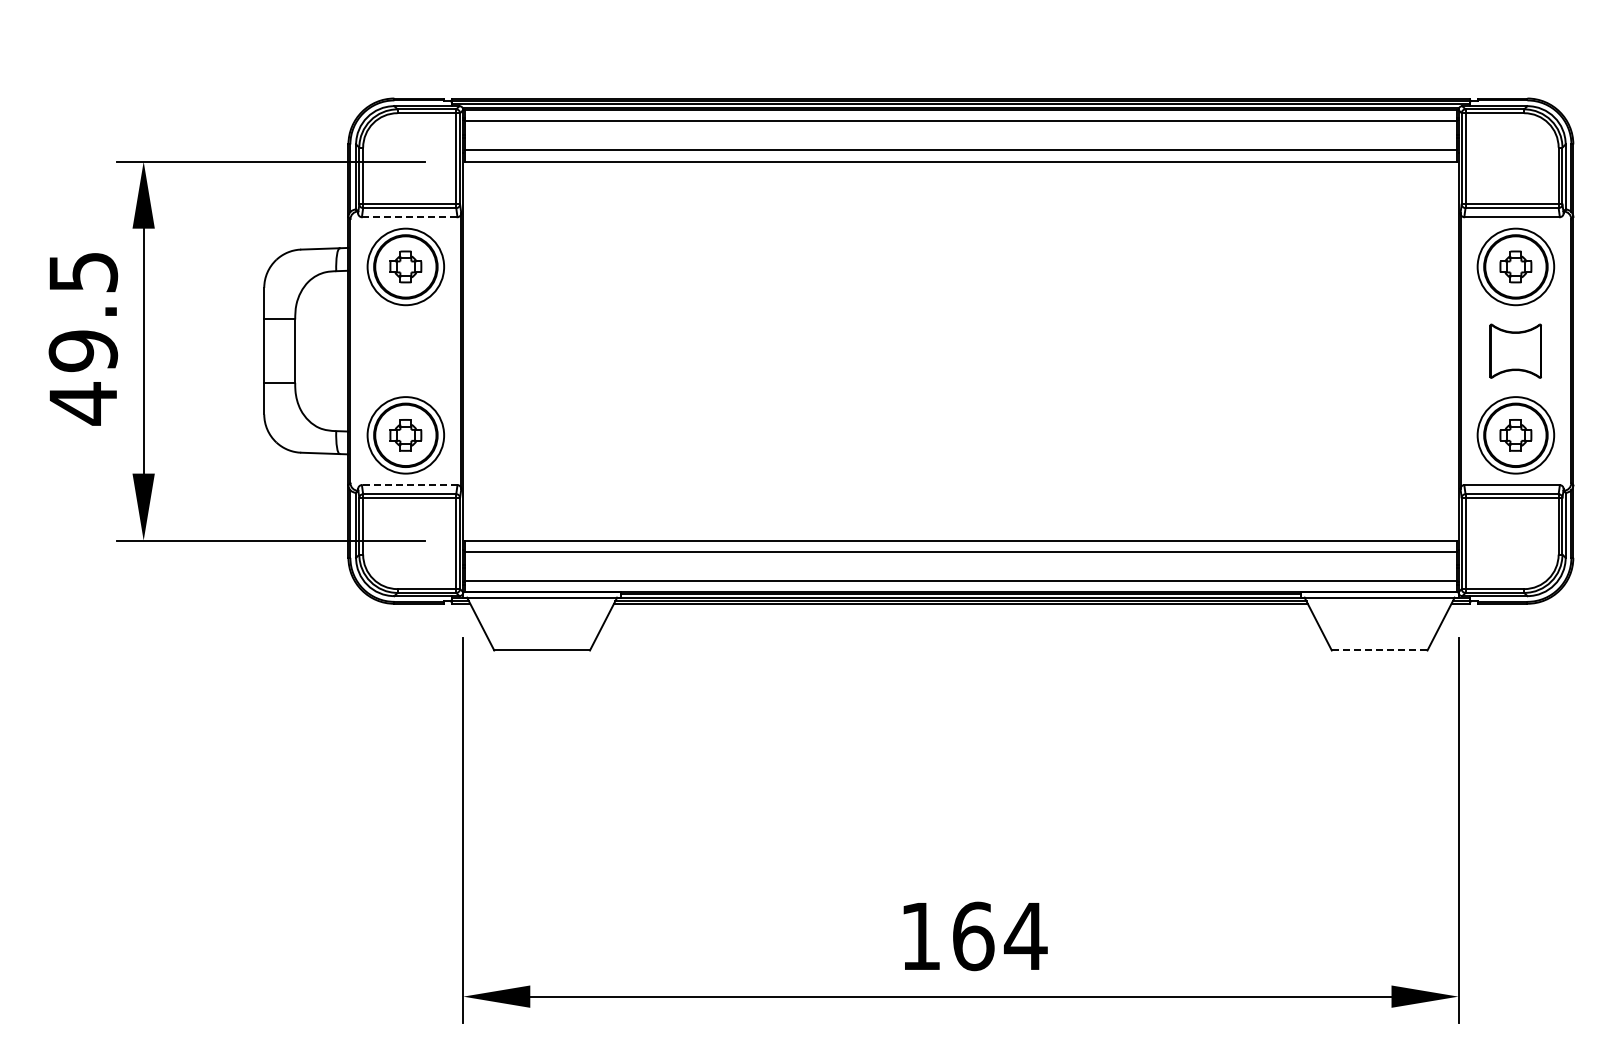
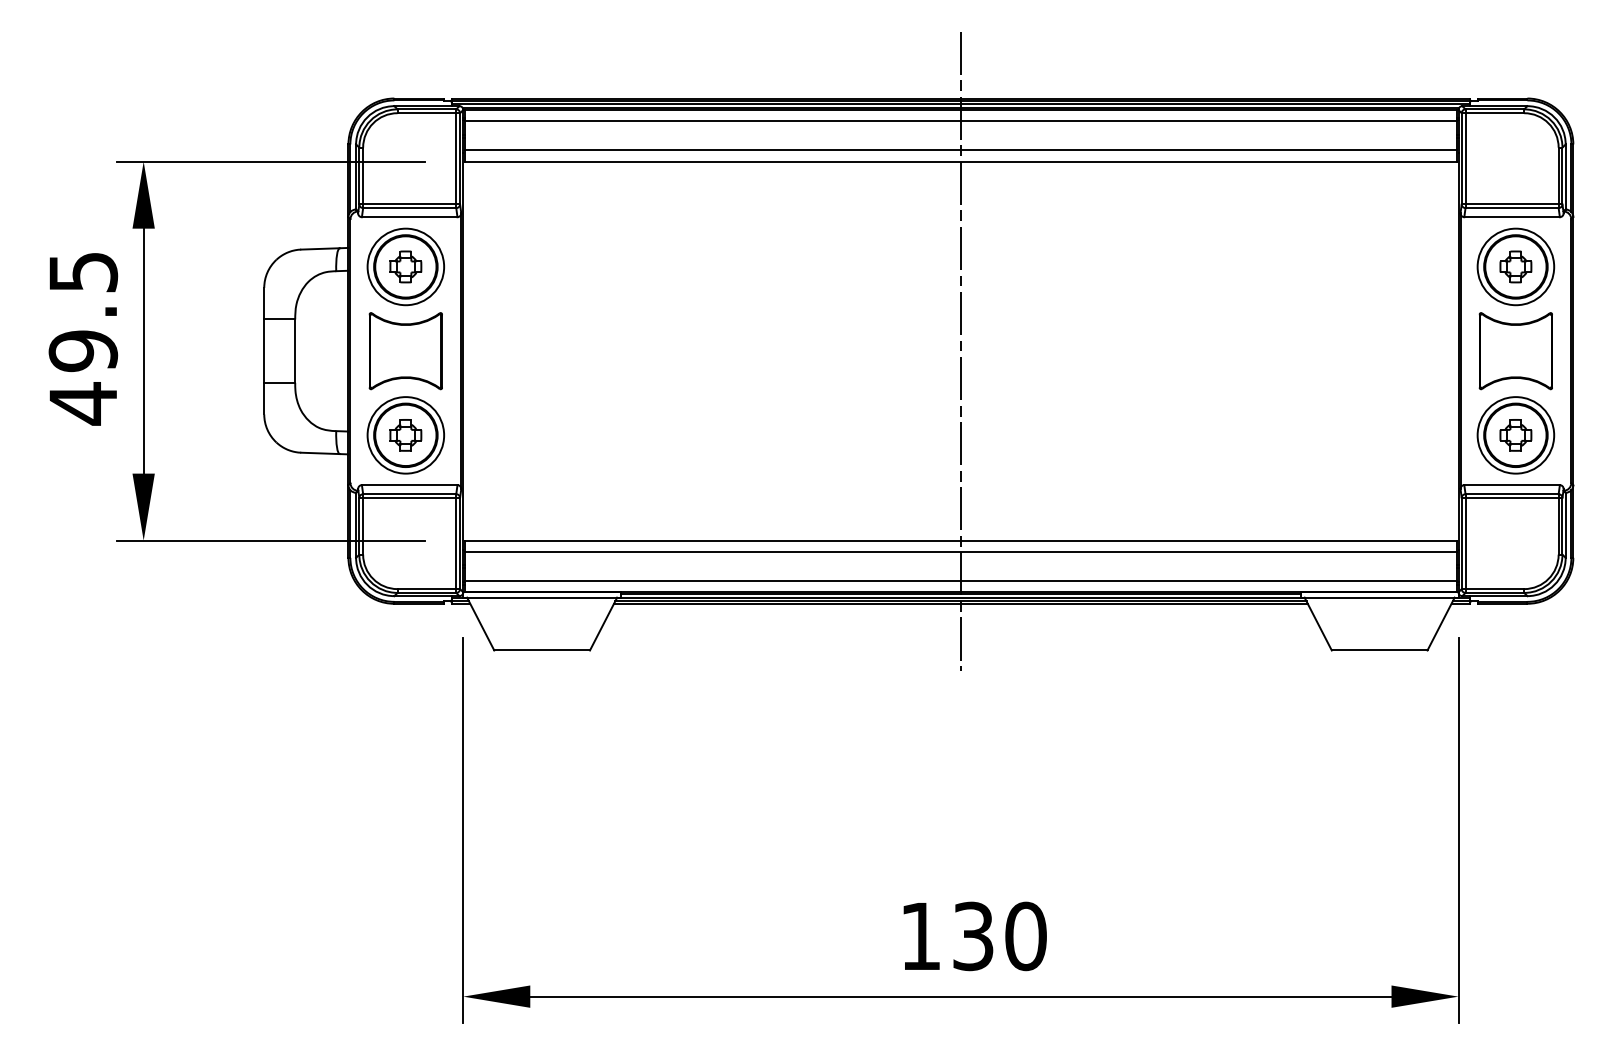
line at (409, 217): dashed -> solid
line at (960, 350): none -> present
part at (1515, 350) size: 53x56 px -> 75x79 px
part at (405, 351): none -> present
line at (409, 485): dashed -> solid
line at (1379, 650): dashed -> solid
text at (1000, 936): 164 -> 130
